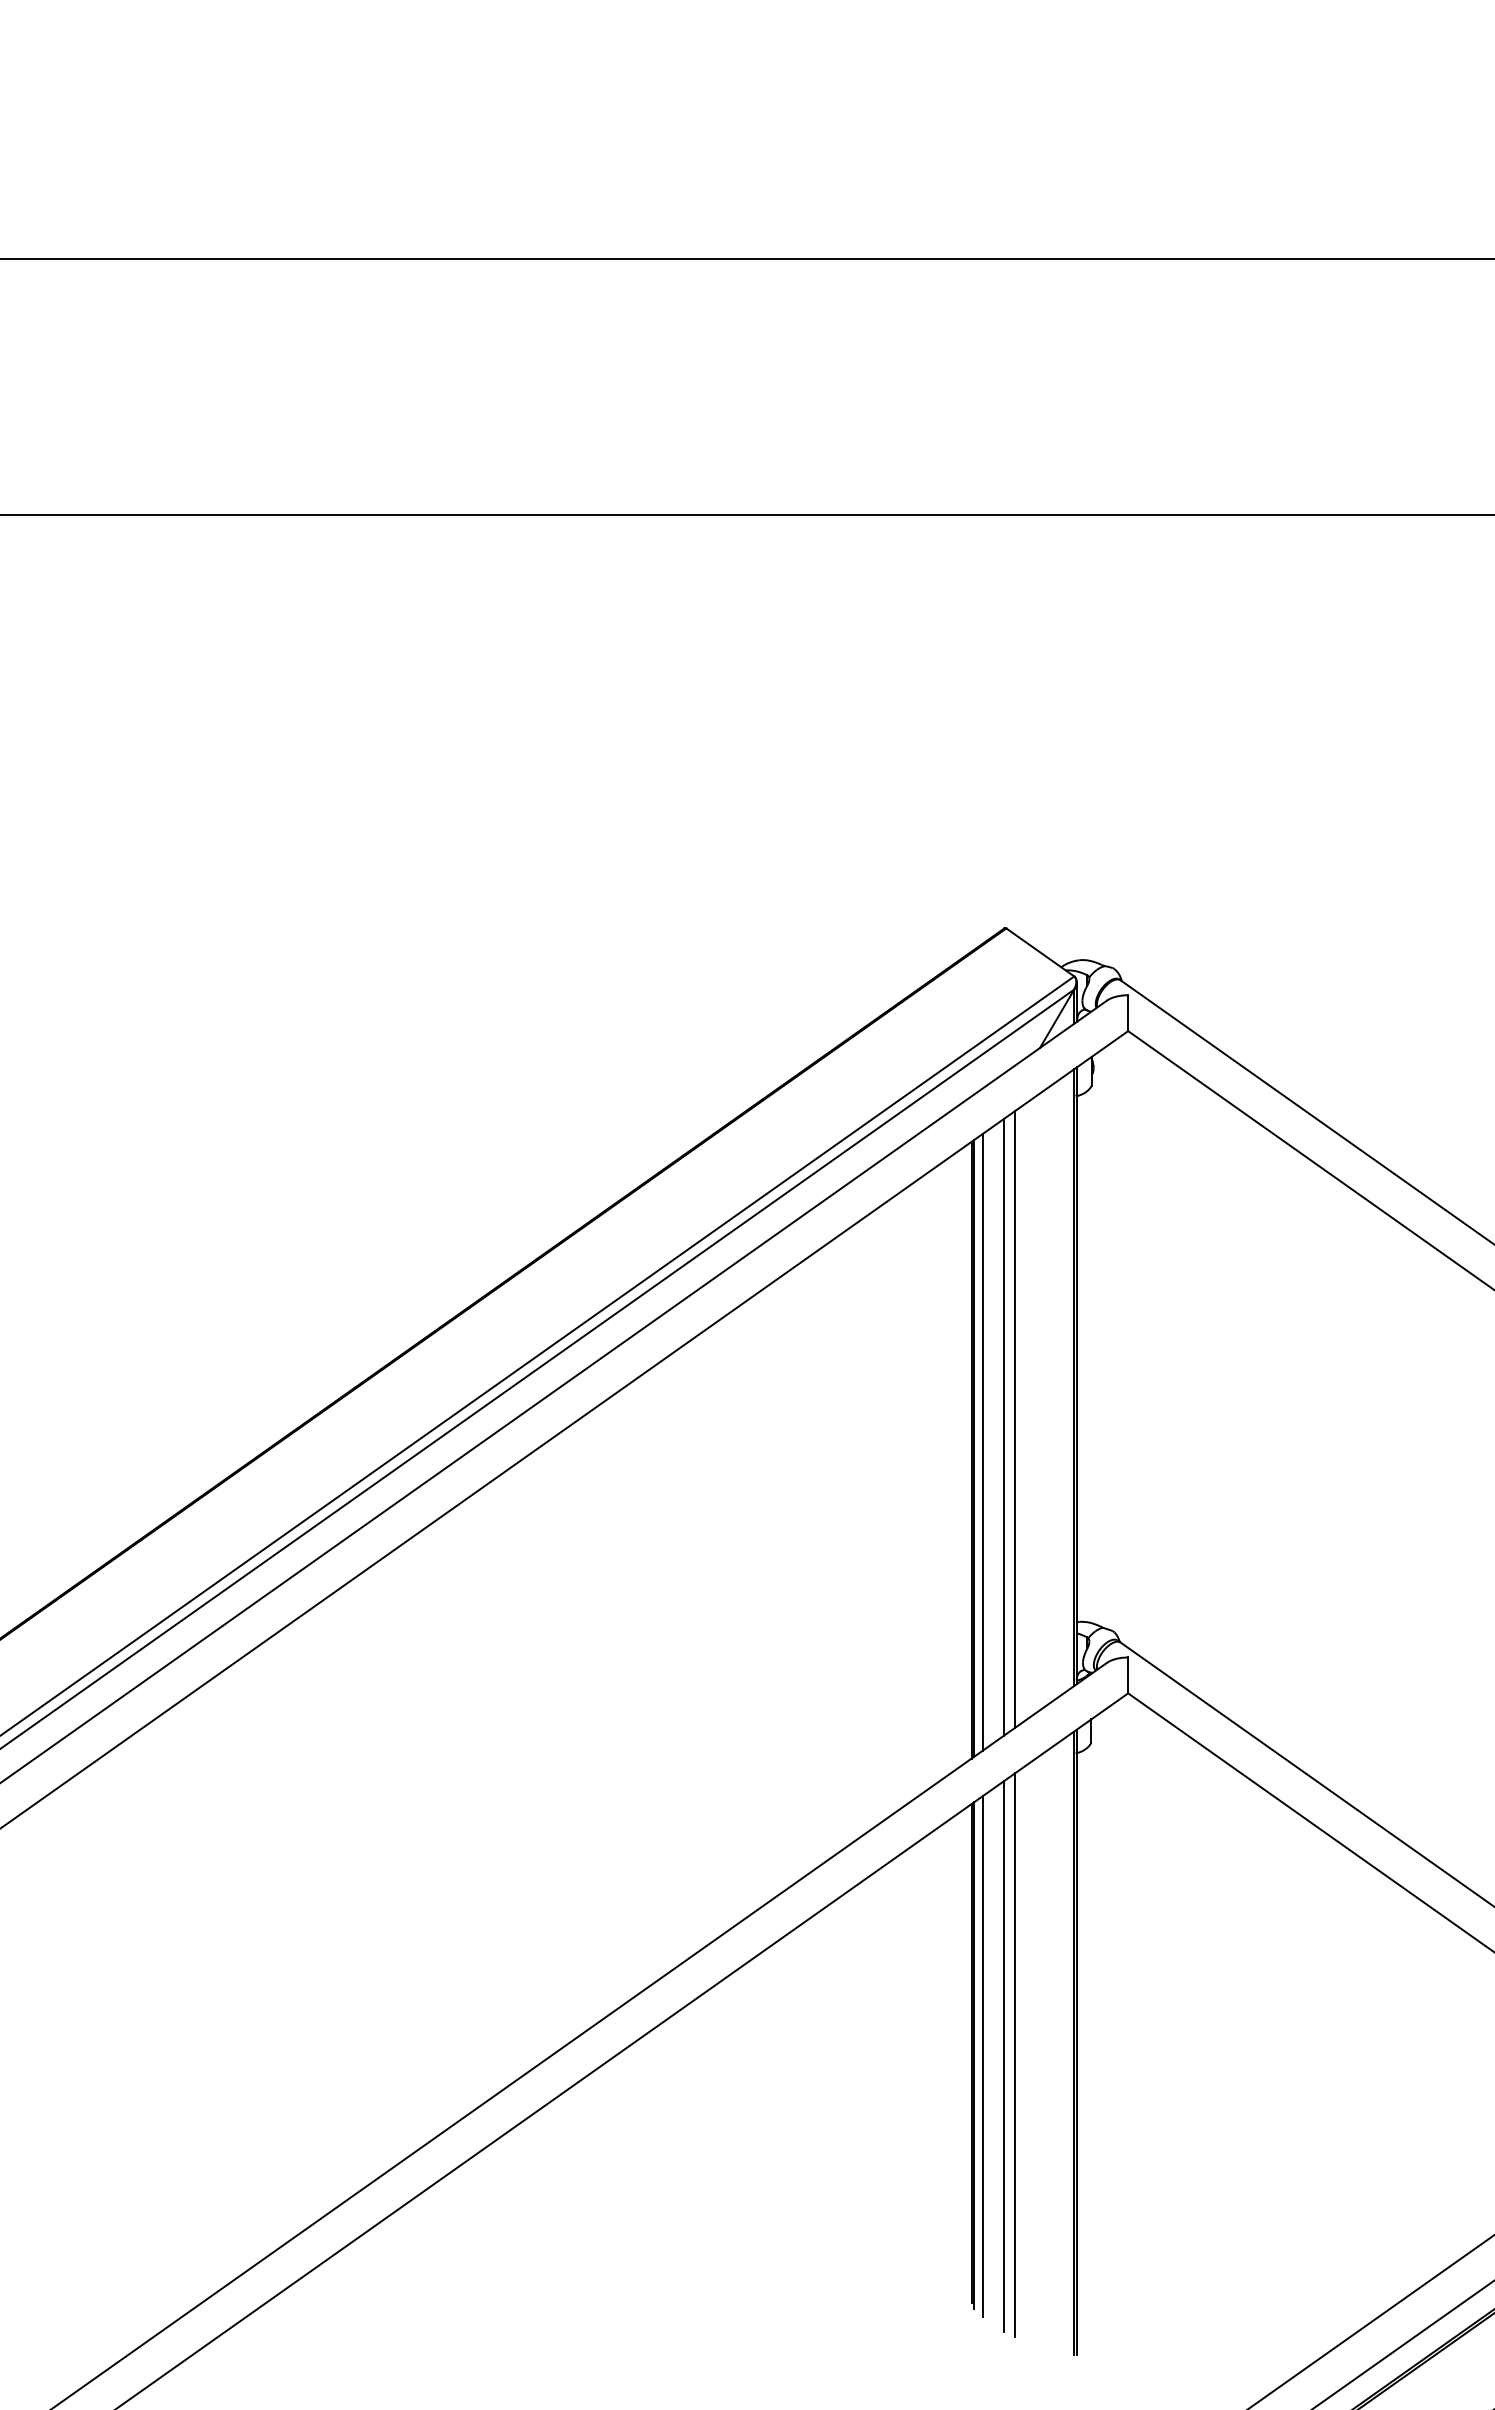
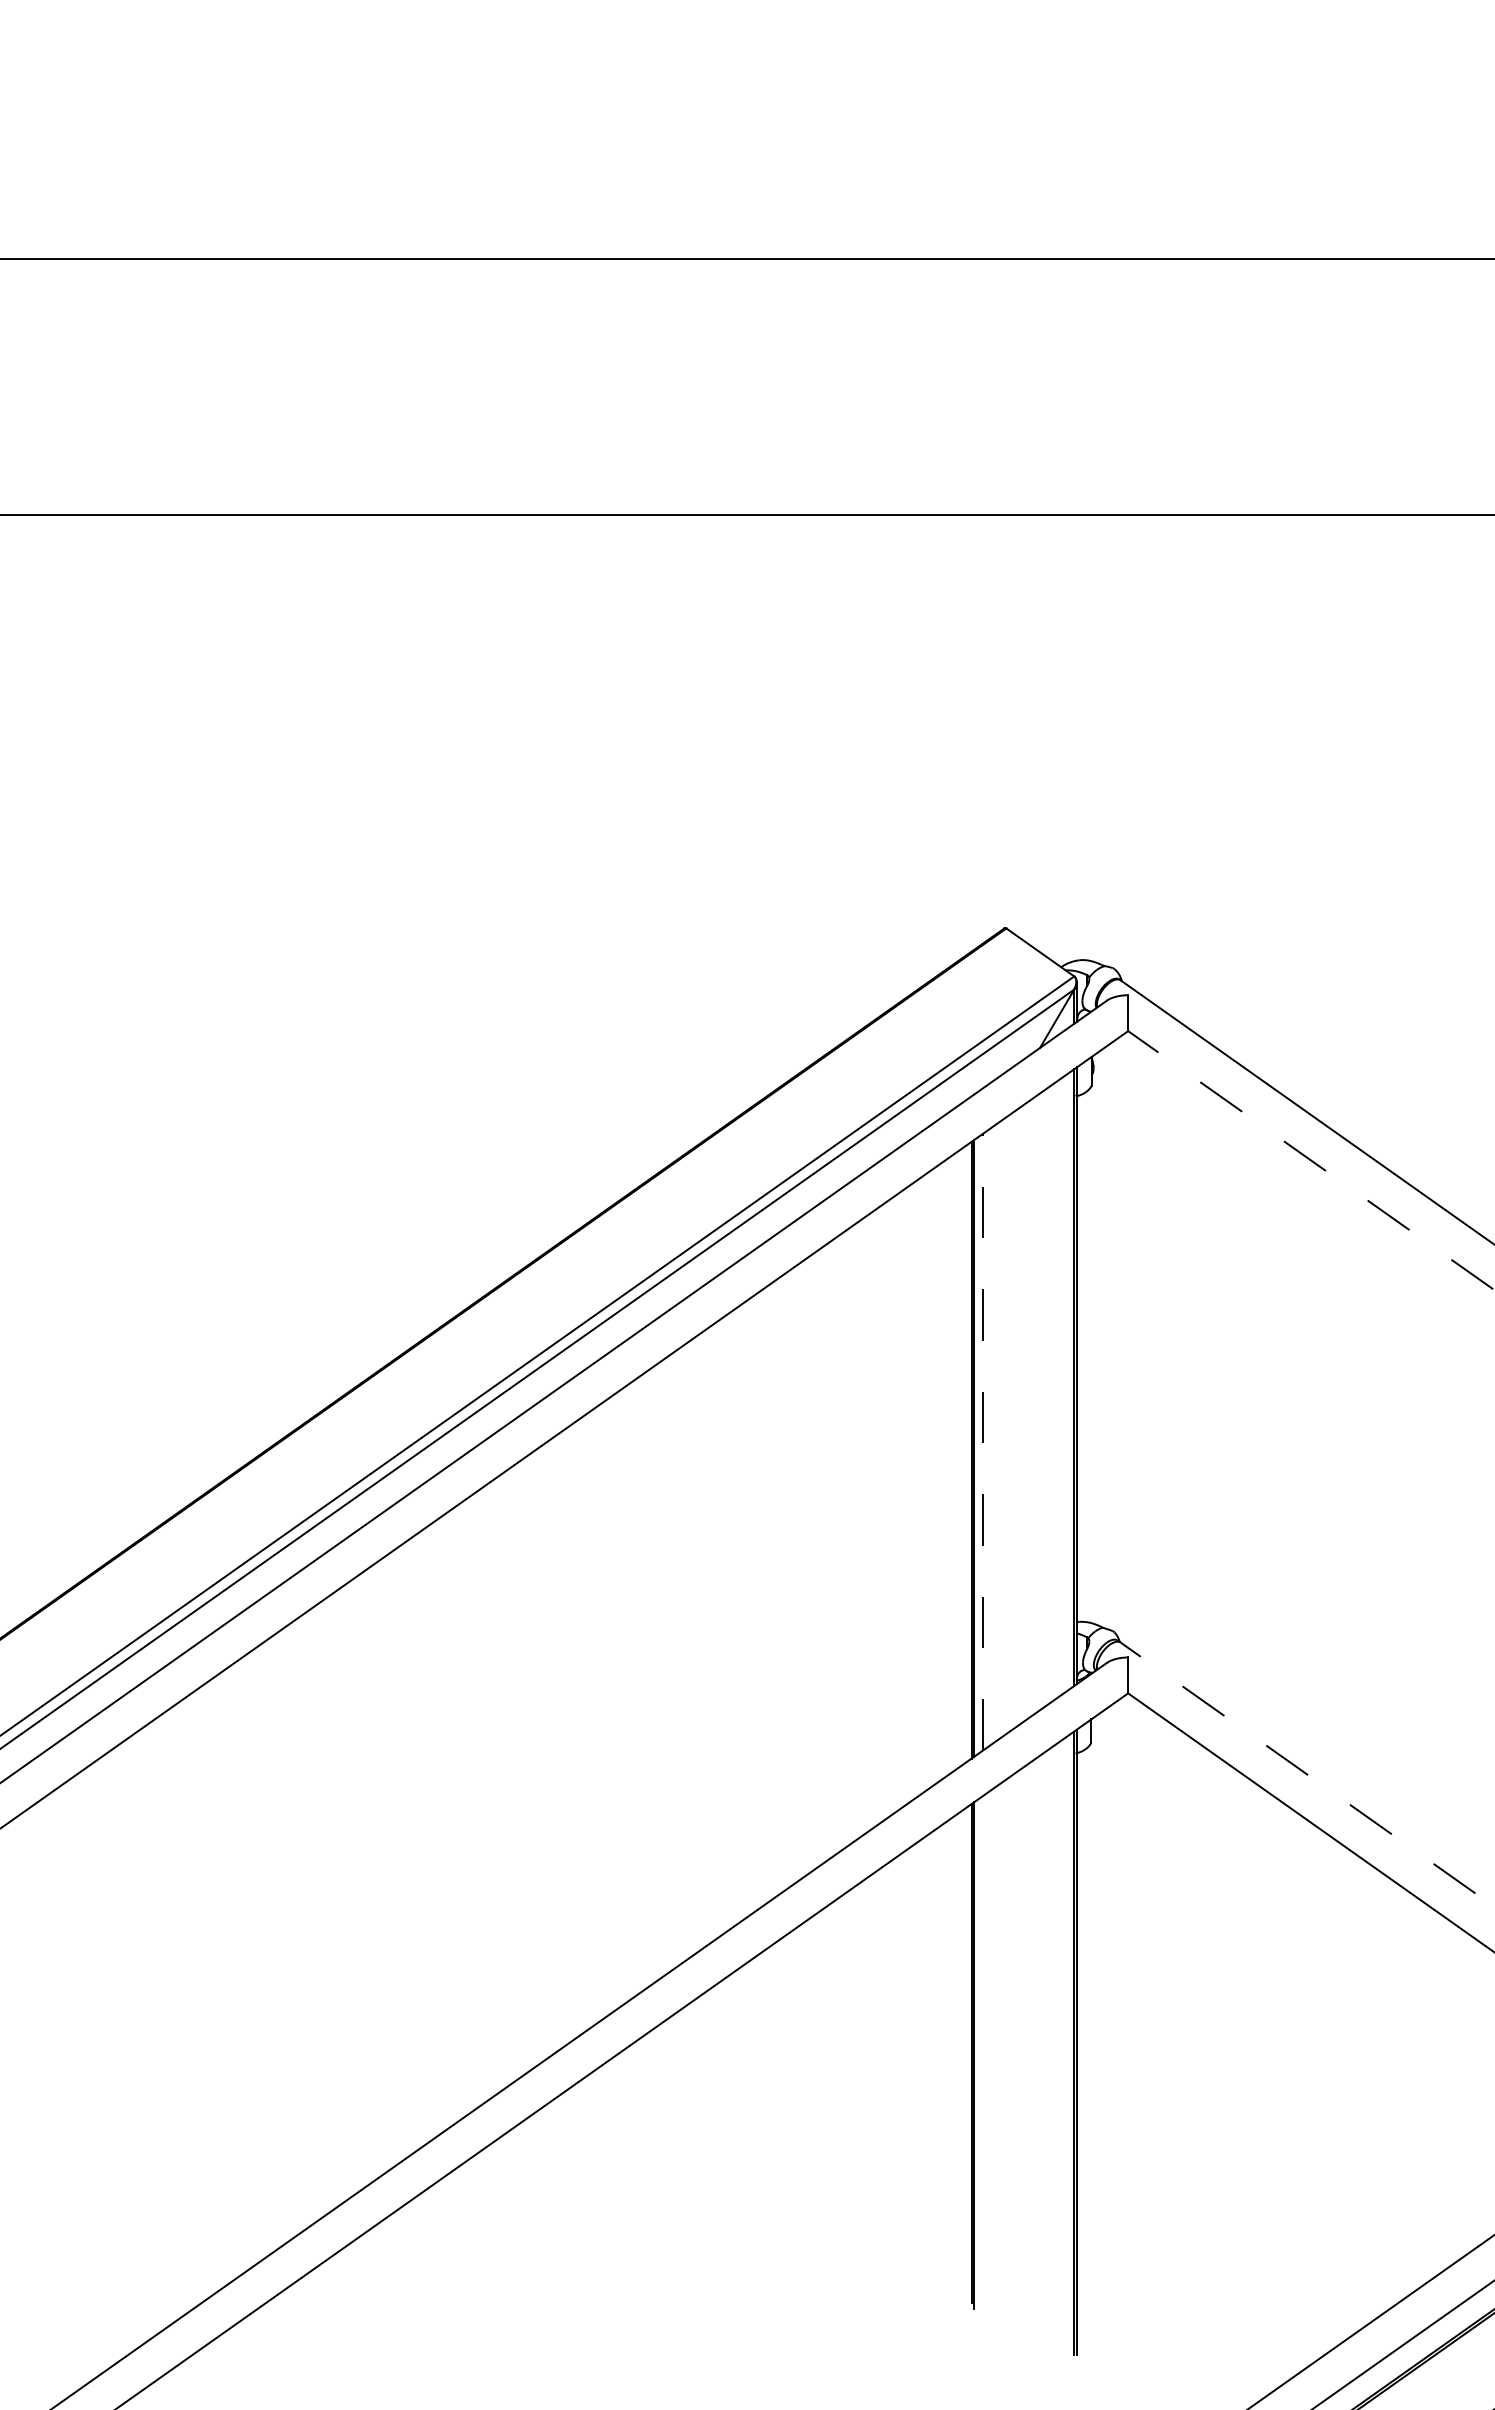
line at (1311, 1160): solid -> dashed
line at (1014, 1419): present -> none
line at (1004, 1426): present -> none
line at (982, 1441): solid -> dashed
line at (1307, 1774): solid -> dashed
line at (1014, 2055): present -> none
line at (982, 2056): present -> none
line at (1004, 2056): present -> none
